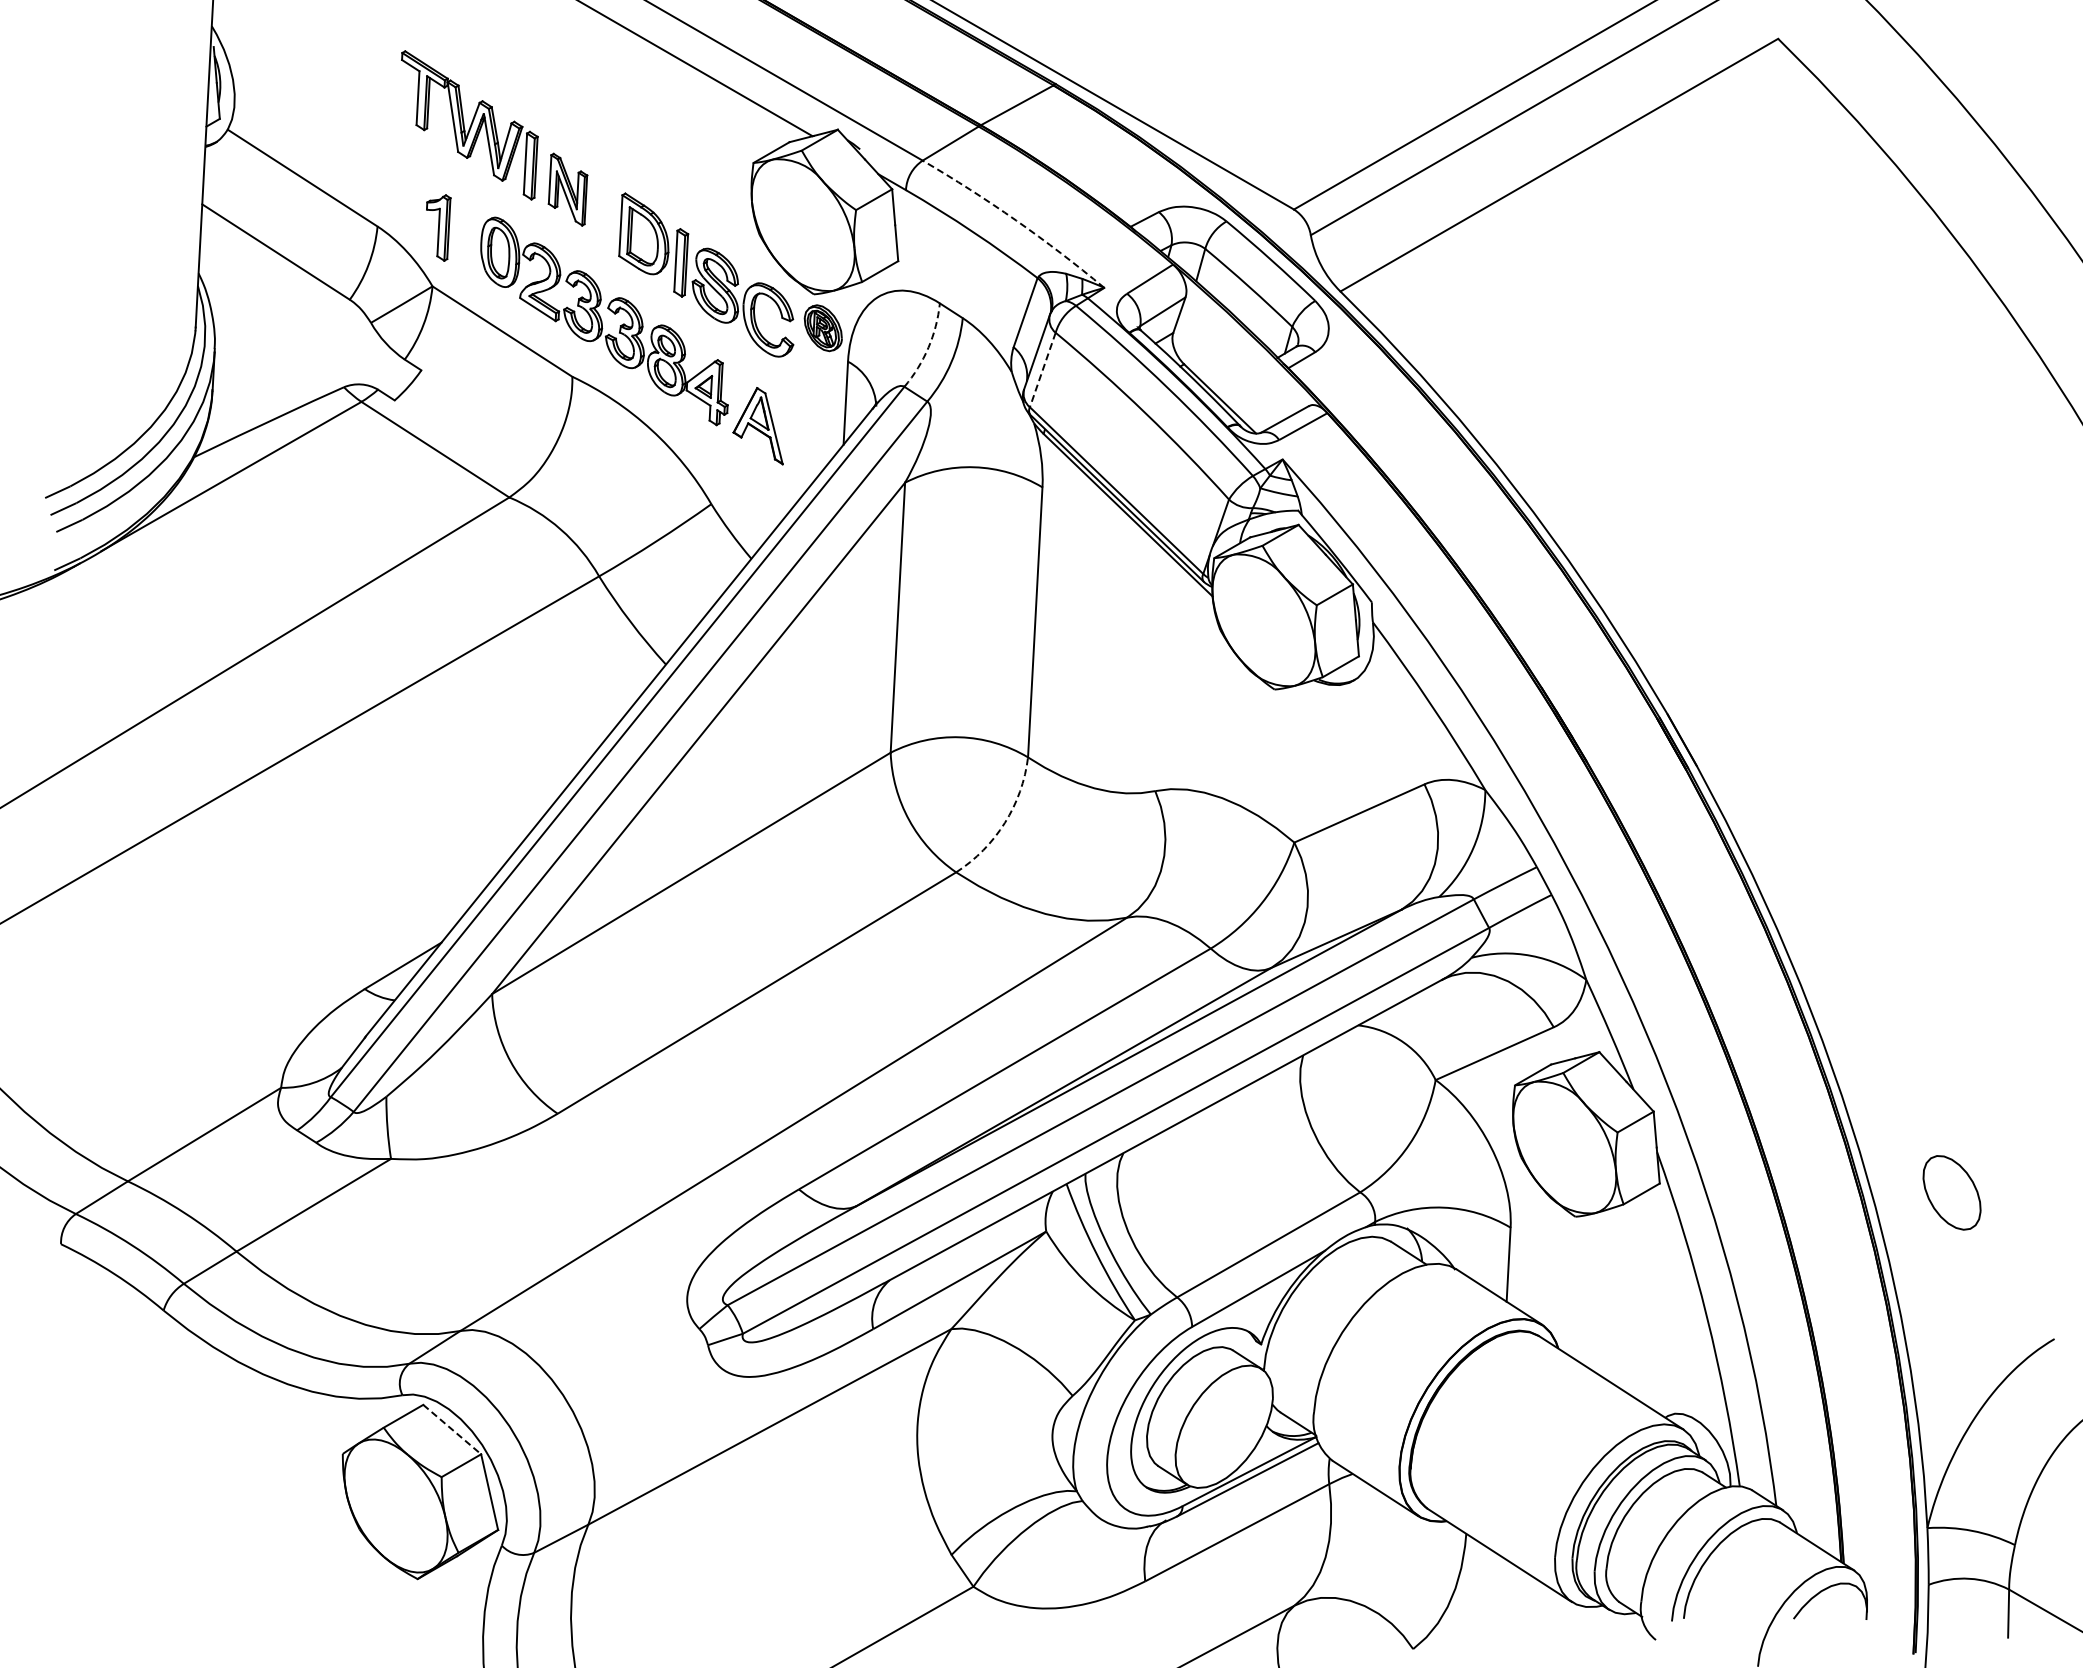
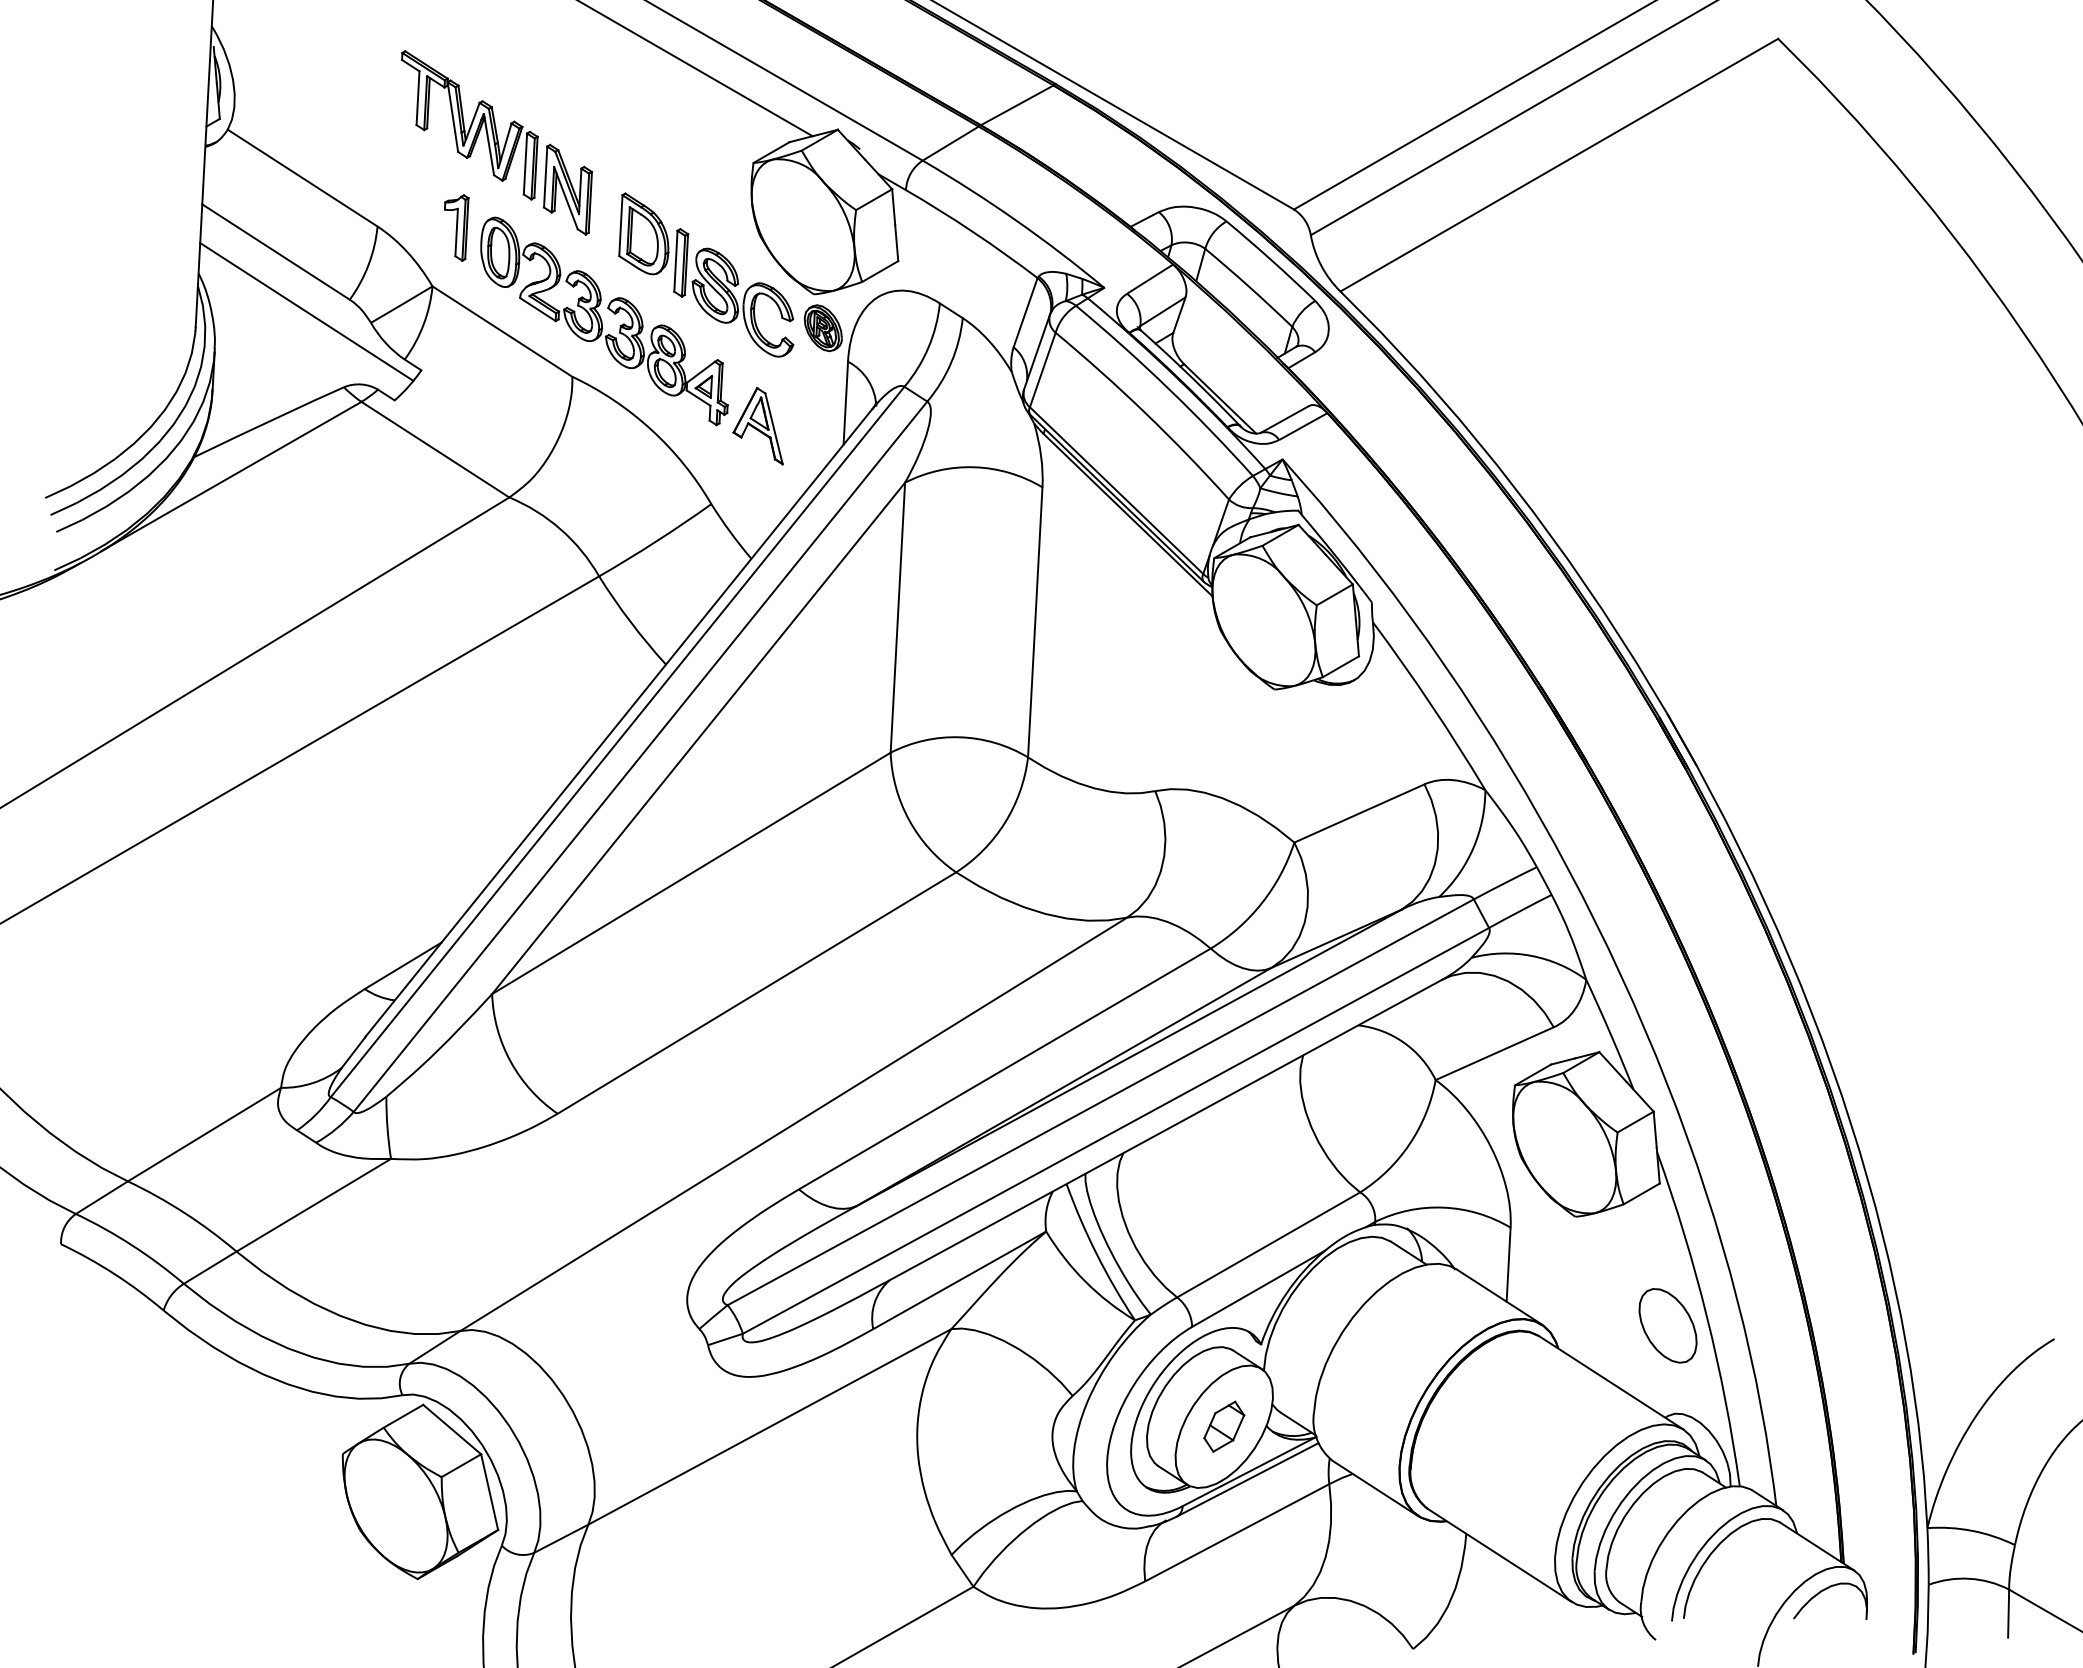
part at (567, 189) size: 42x75 px -> 50x93 px
arc at (1016, 220): dashed -> solid
part at (438, 227) position: (438, 227) -> (456, 227)
line at (306, 311): none -> present
arc at (928, 347): dashed -> solid
line at (1042, 370): dashed -> solid
arc at (1004, 822): dashed -> solid
part at (1951, 1192) position: (1951, 1192) -> (1667, 1325)
part at (1224, 1426): none -> present
line at (452, 1429): dashed -> solid
